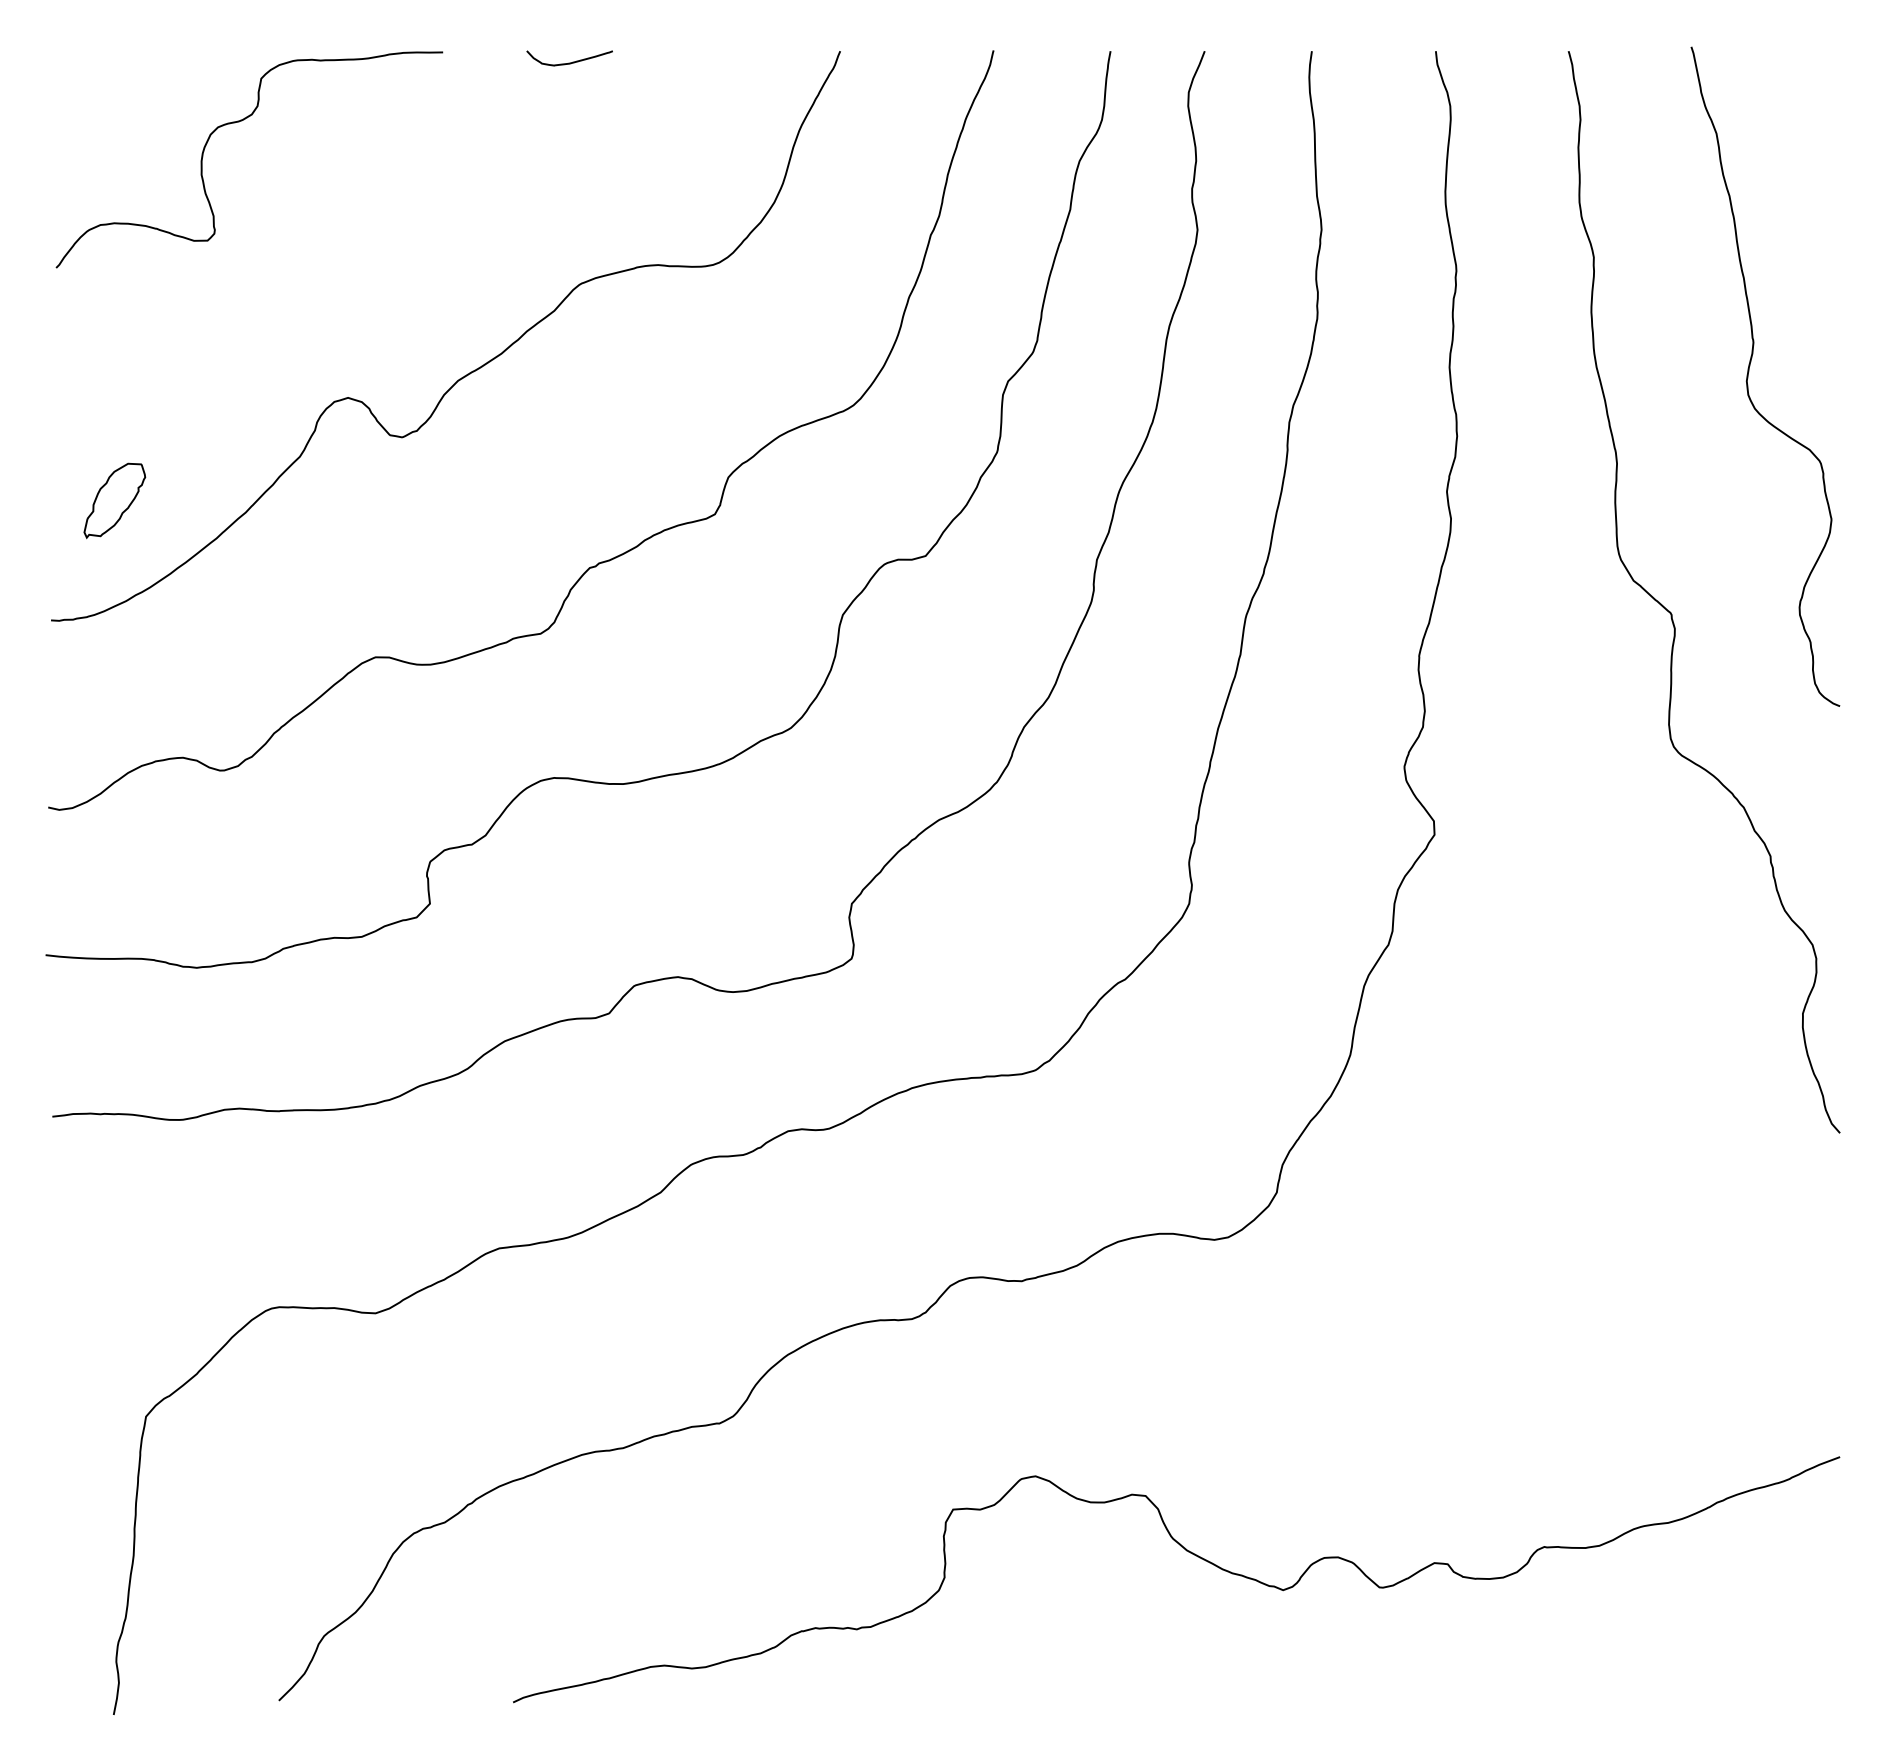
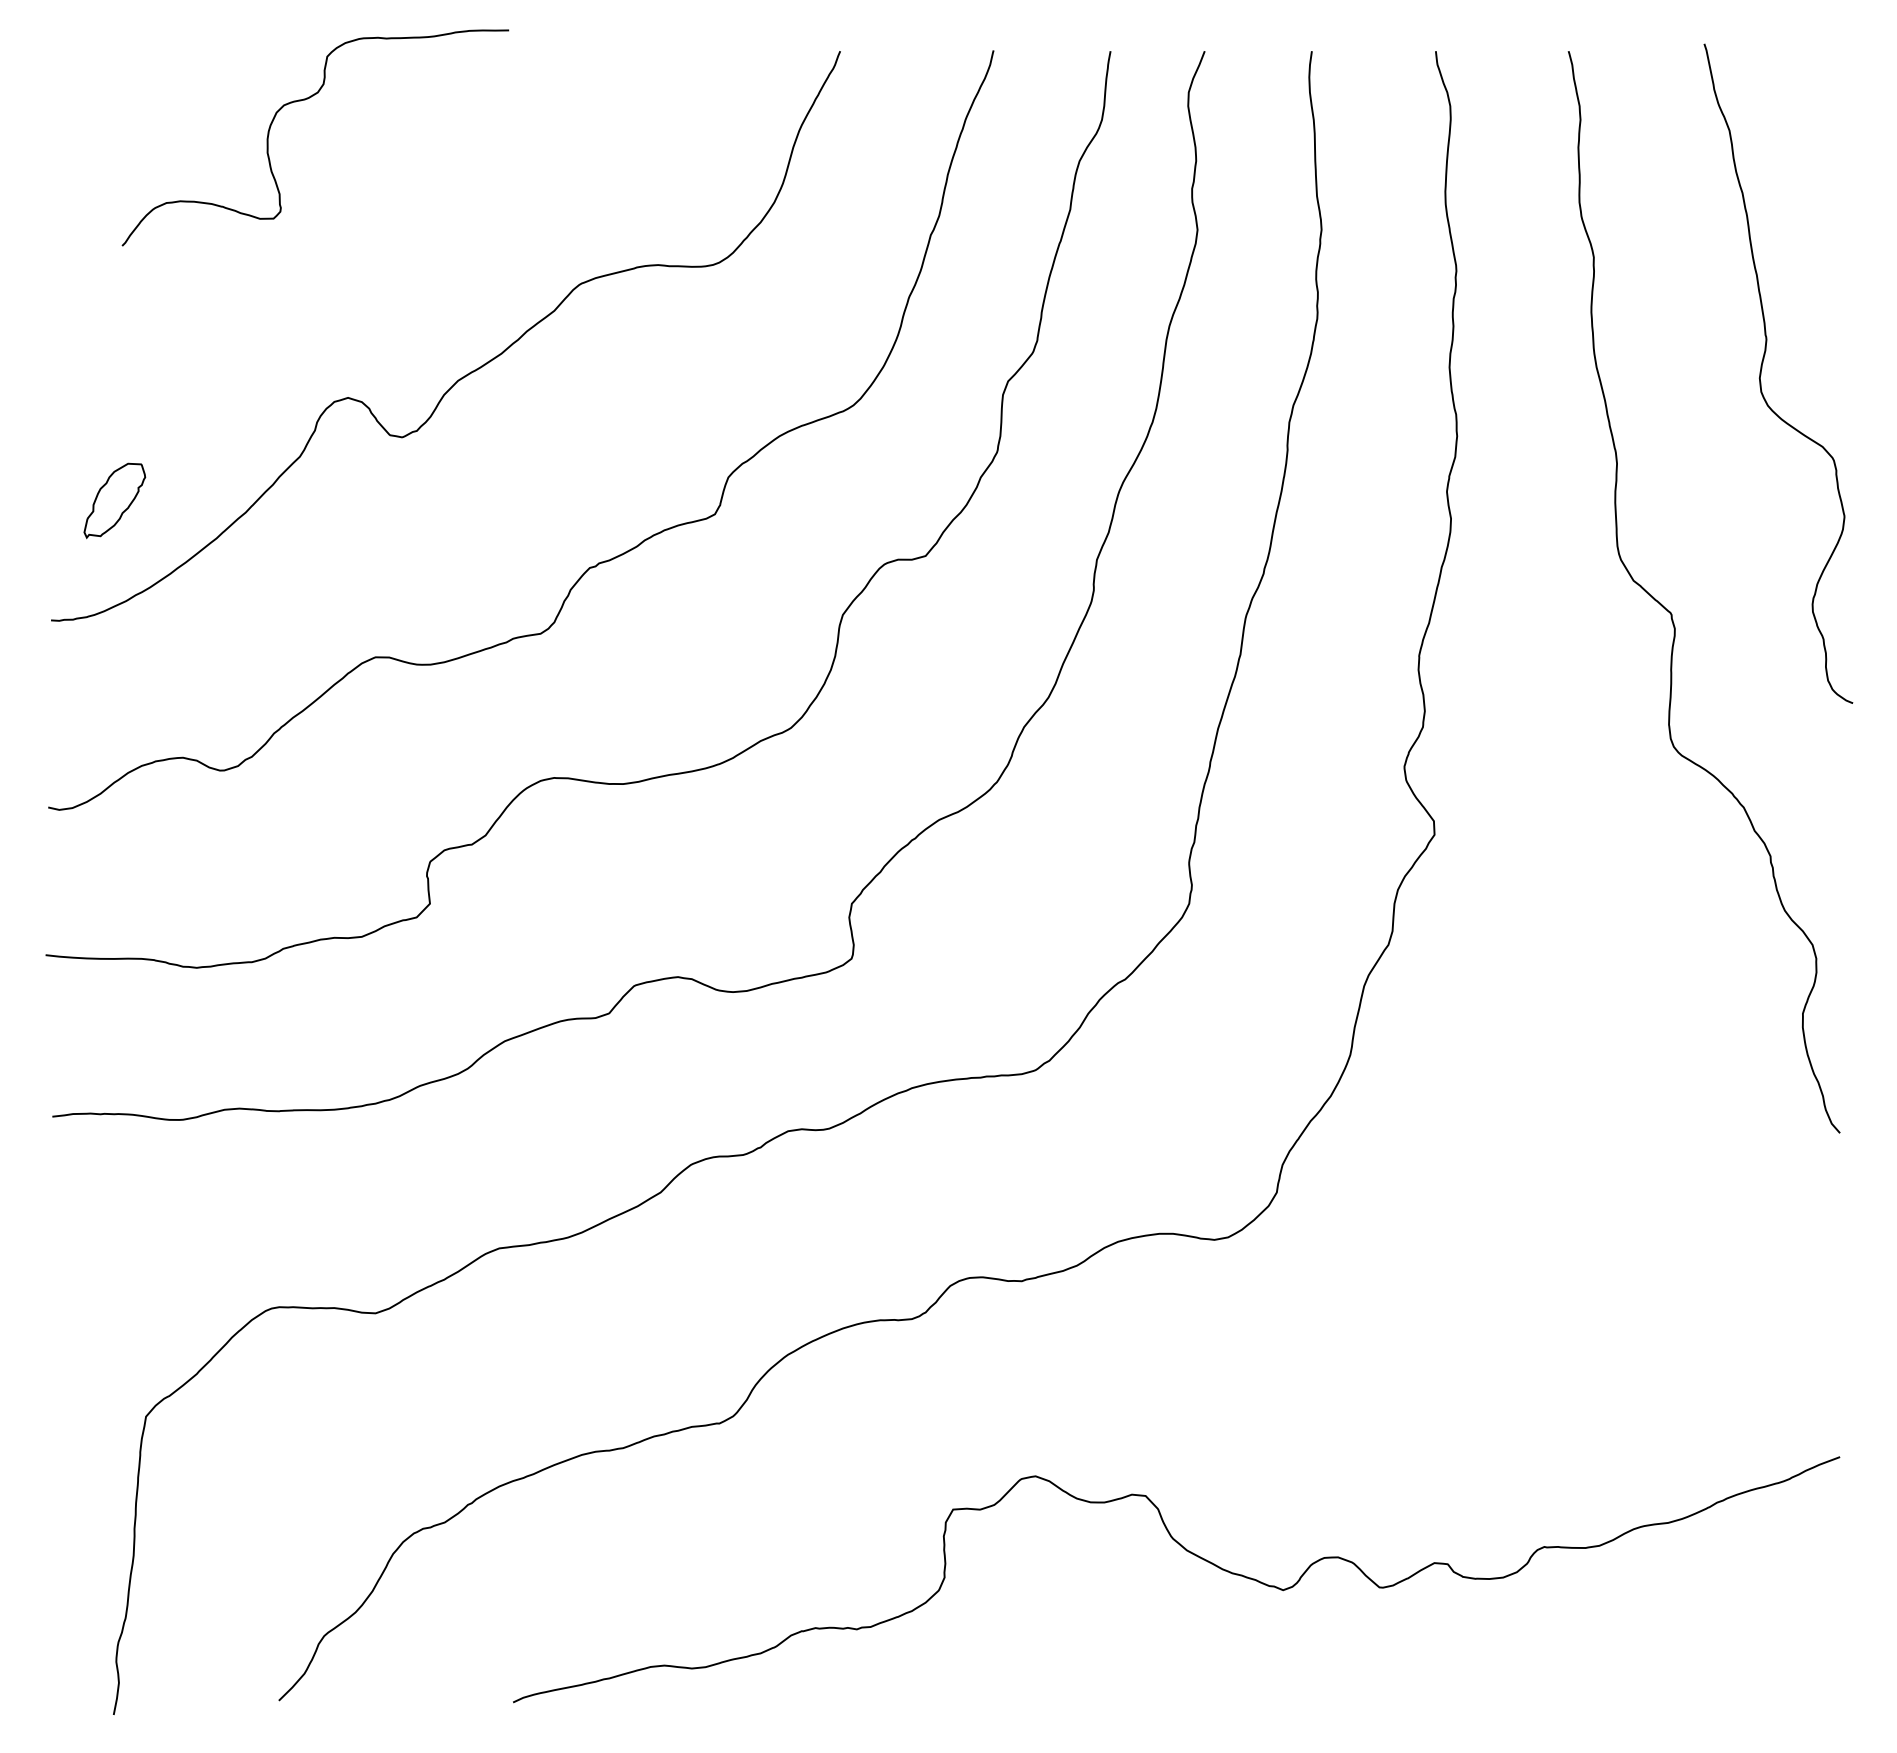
curve at (569, 62): present -> none
curve at (239, 122) position: (239, 122) -> (305, 100)
curve at (1749, 371) position: (1749, 371) -> (1762, 368)
